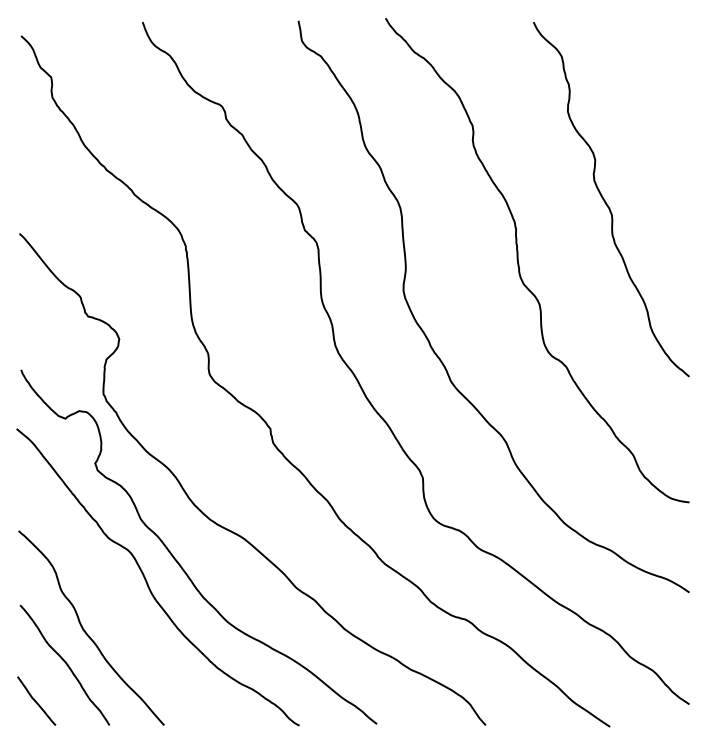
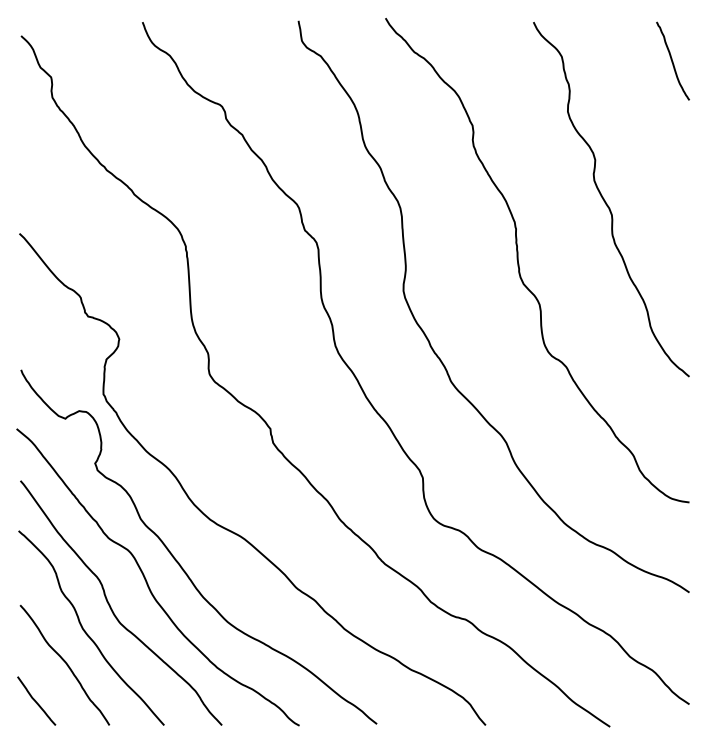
curve at (672, 60): none -> present
curve at (110, 604): none -> present
